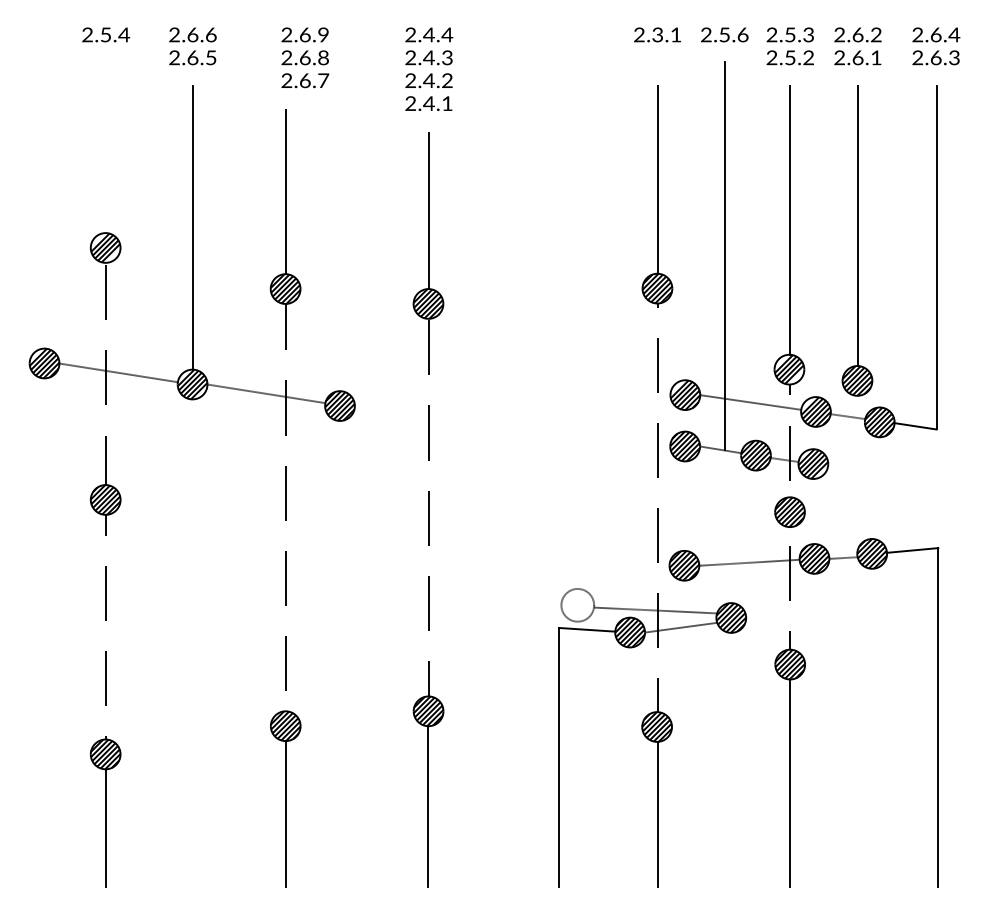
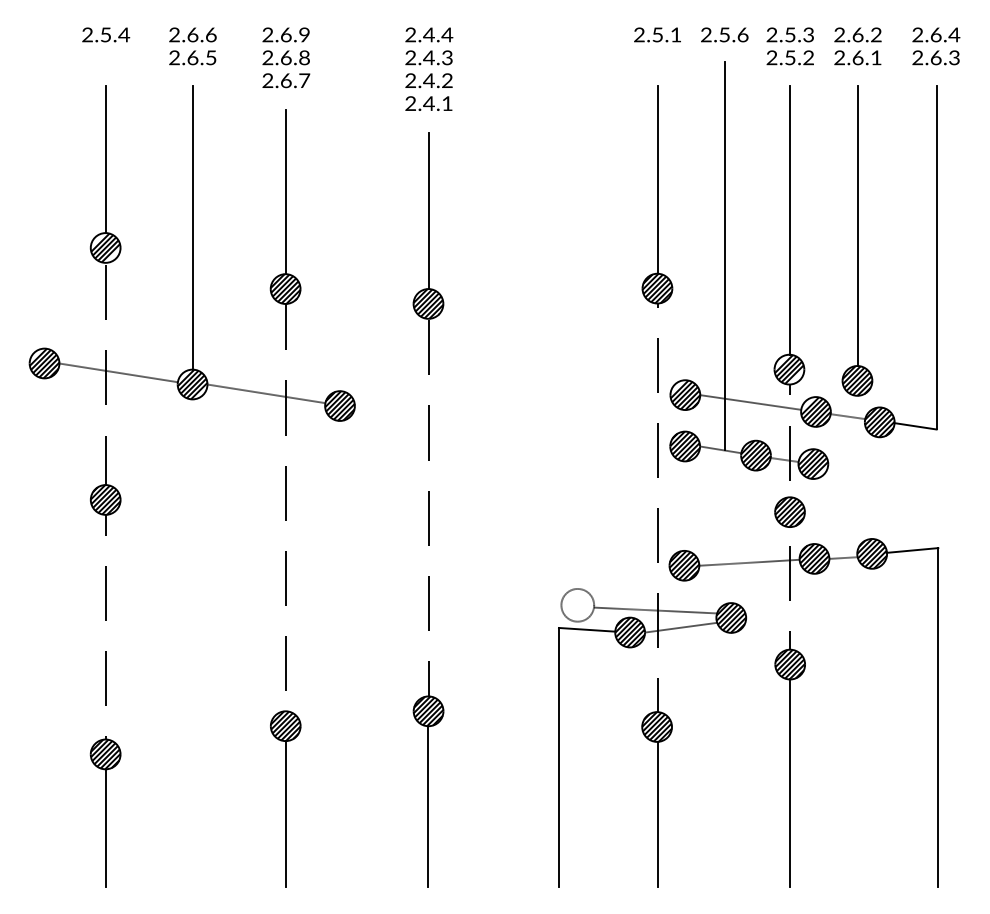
text at (657, 34): 2.3.1 -> 2.5.1
text at (305, 57) position: (305, 57) -> (286, 57)
line at (105, 159): none -> present
